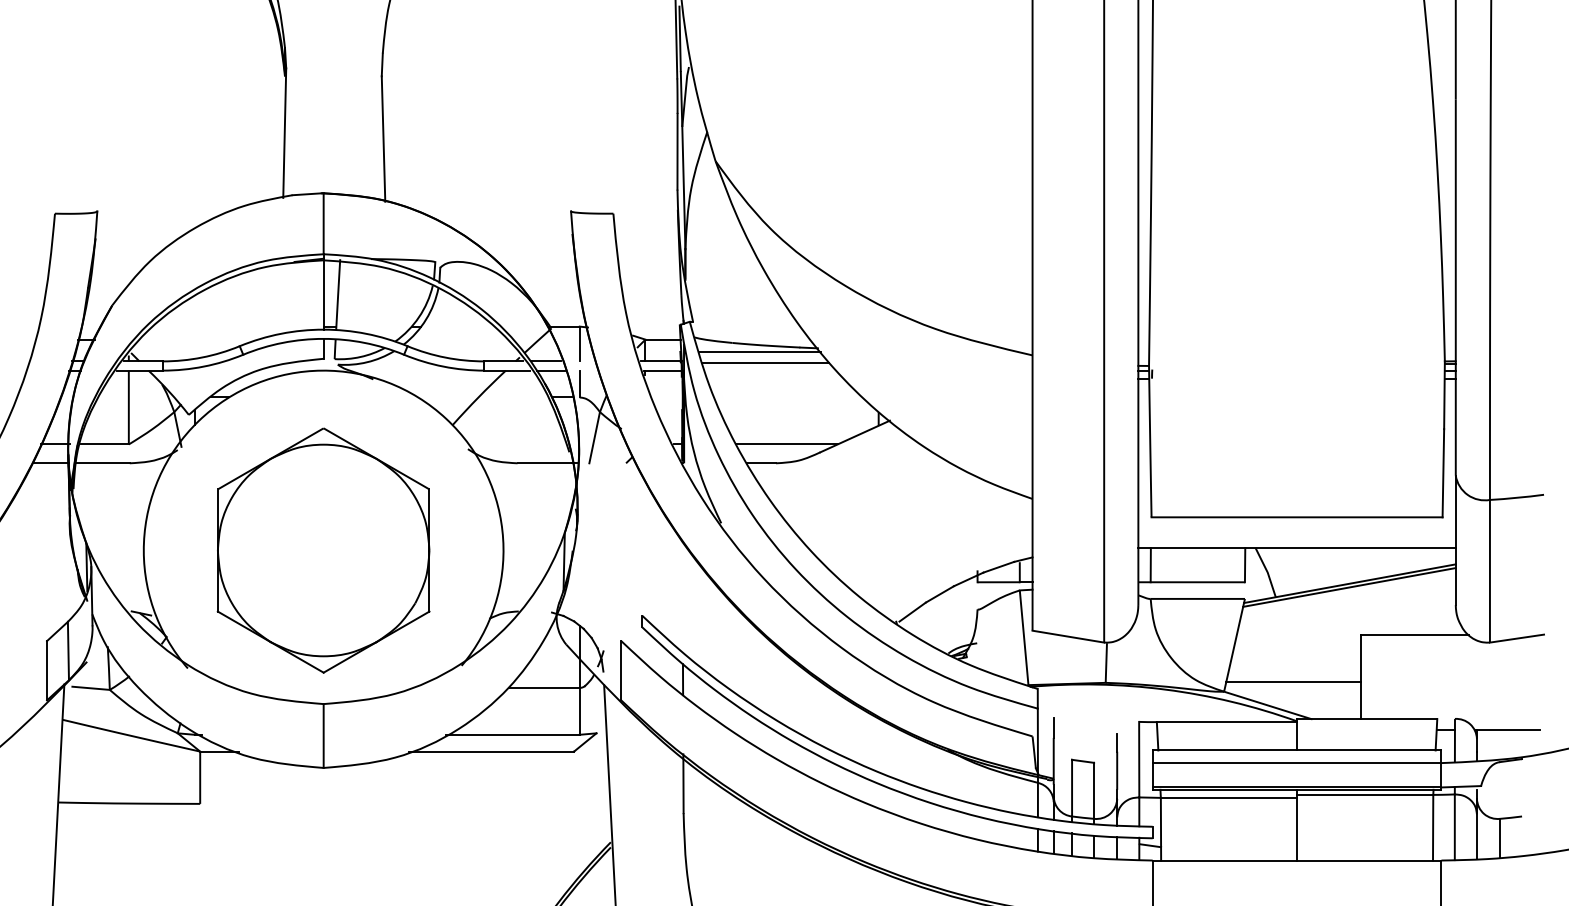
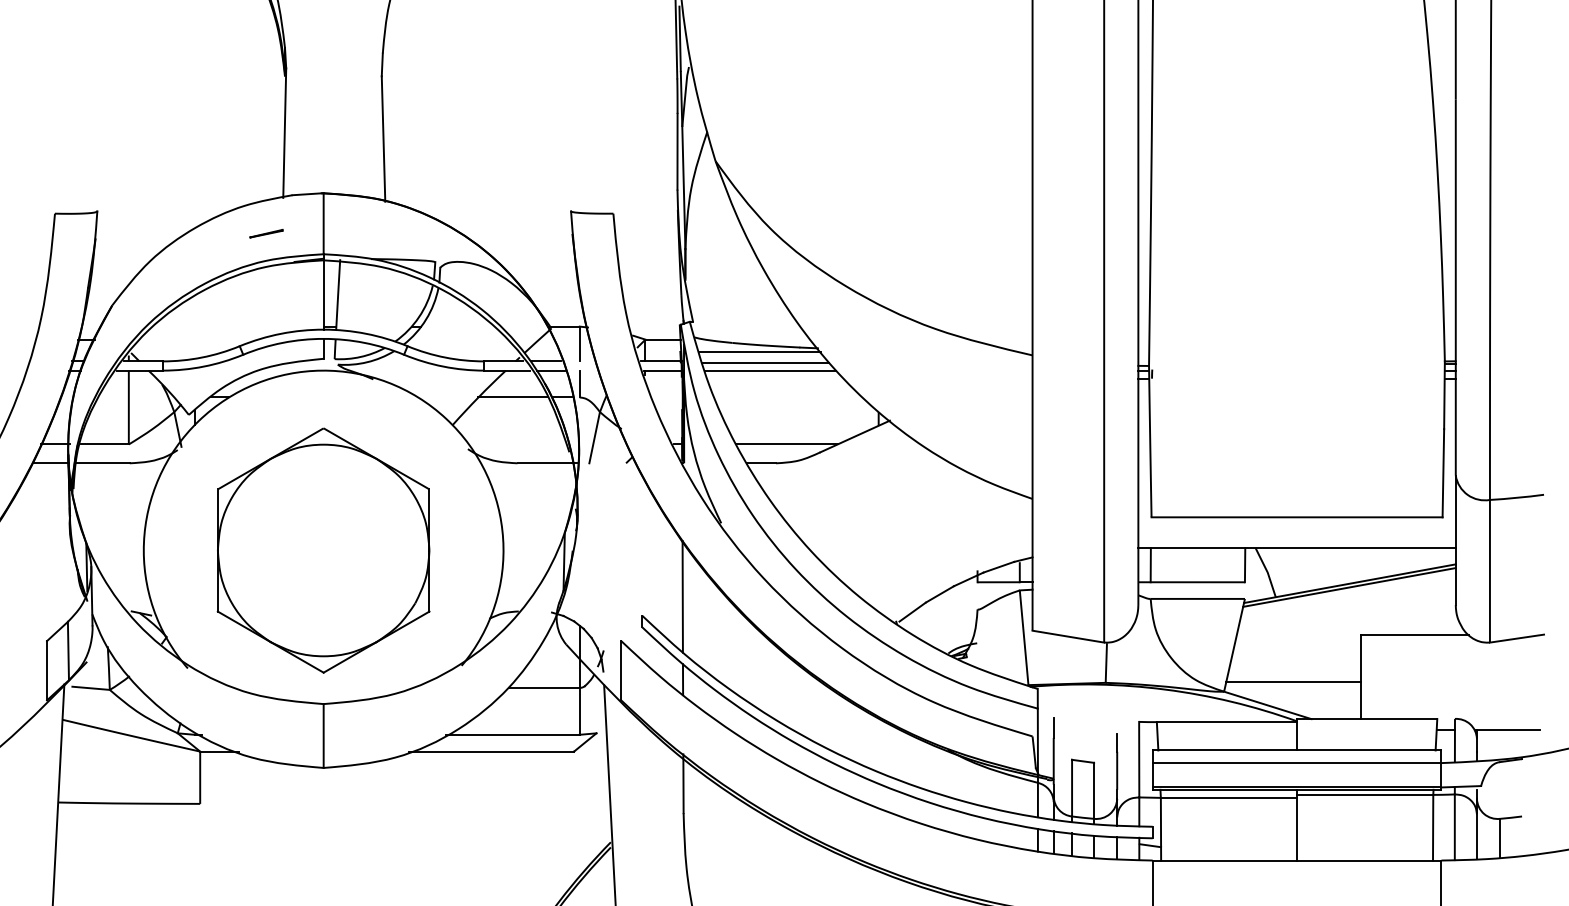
line at (266, 233): none -> present
line at (770, 370): none -> present
line at (512, 397): none -> present
line at (682, 596): none -> present
